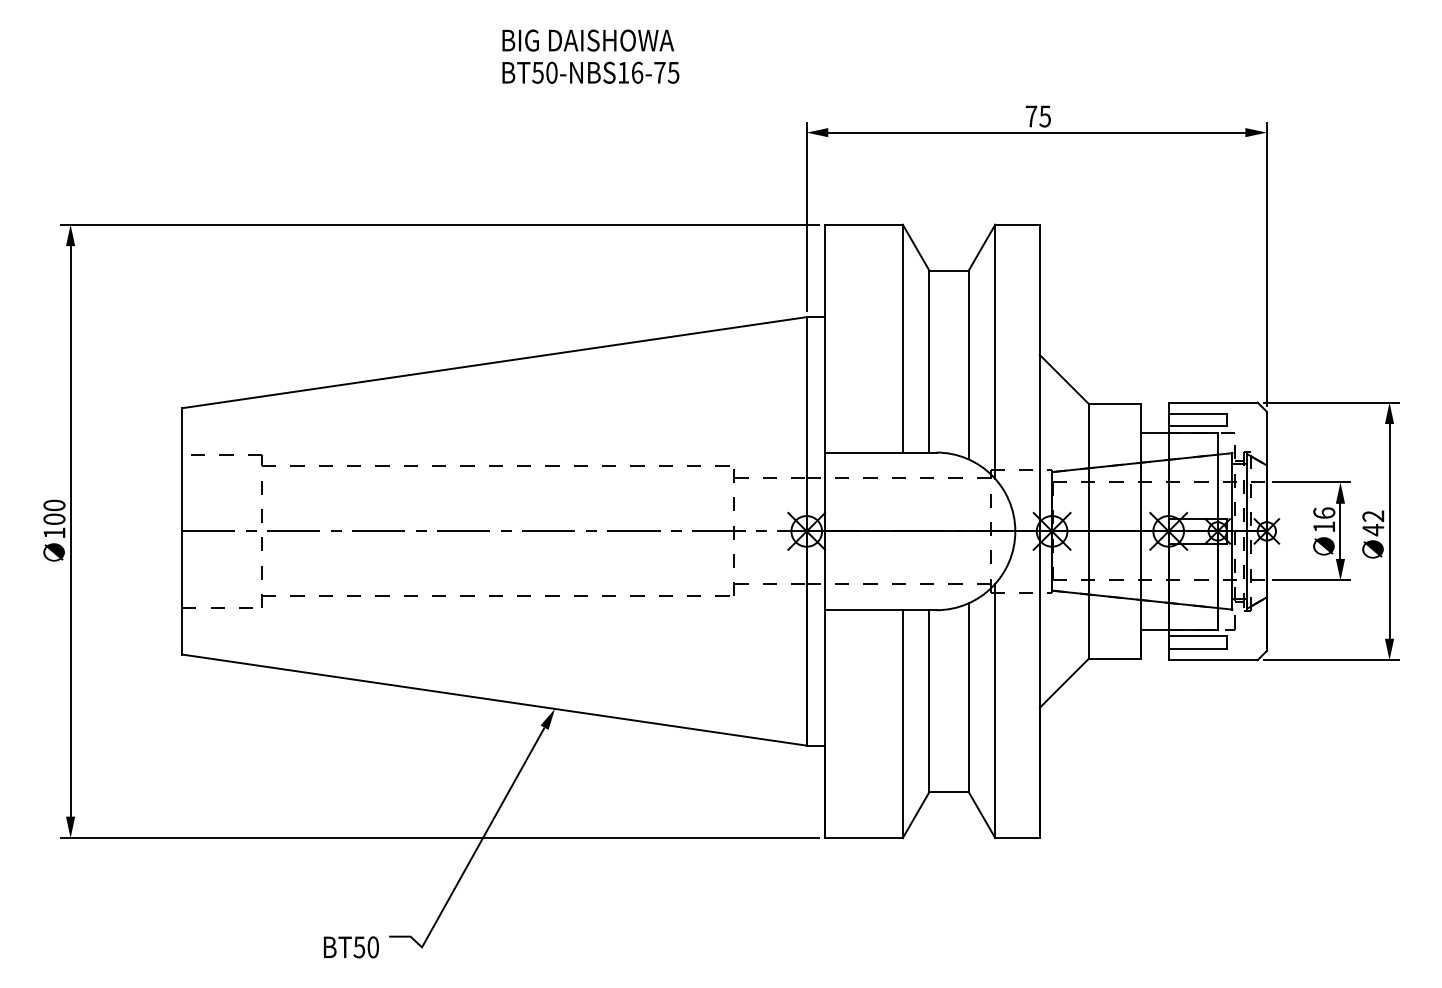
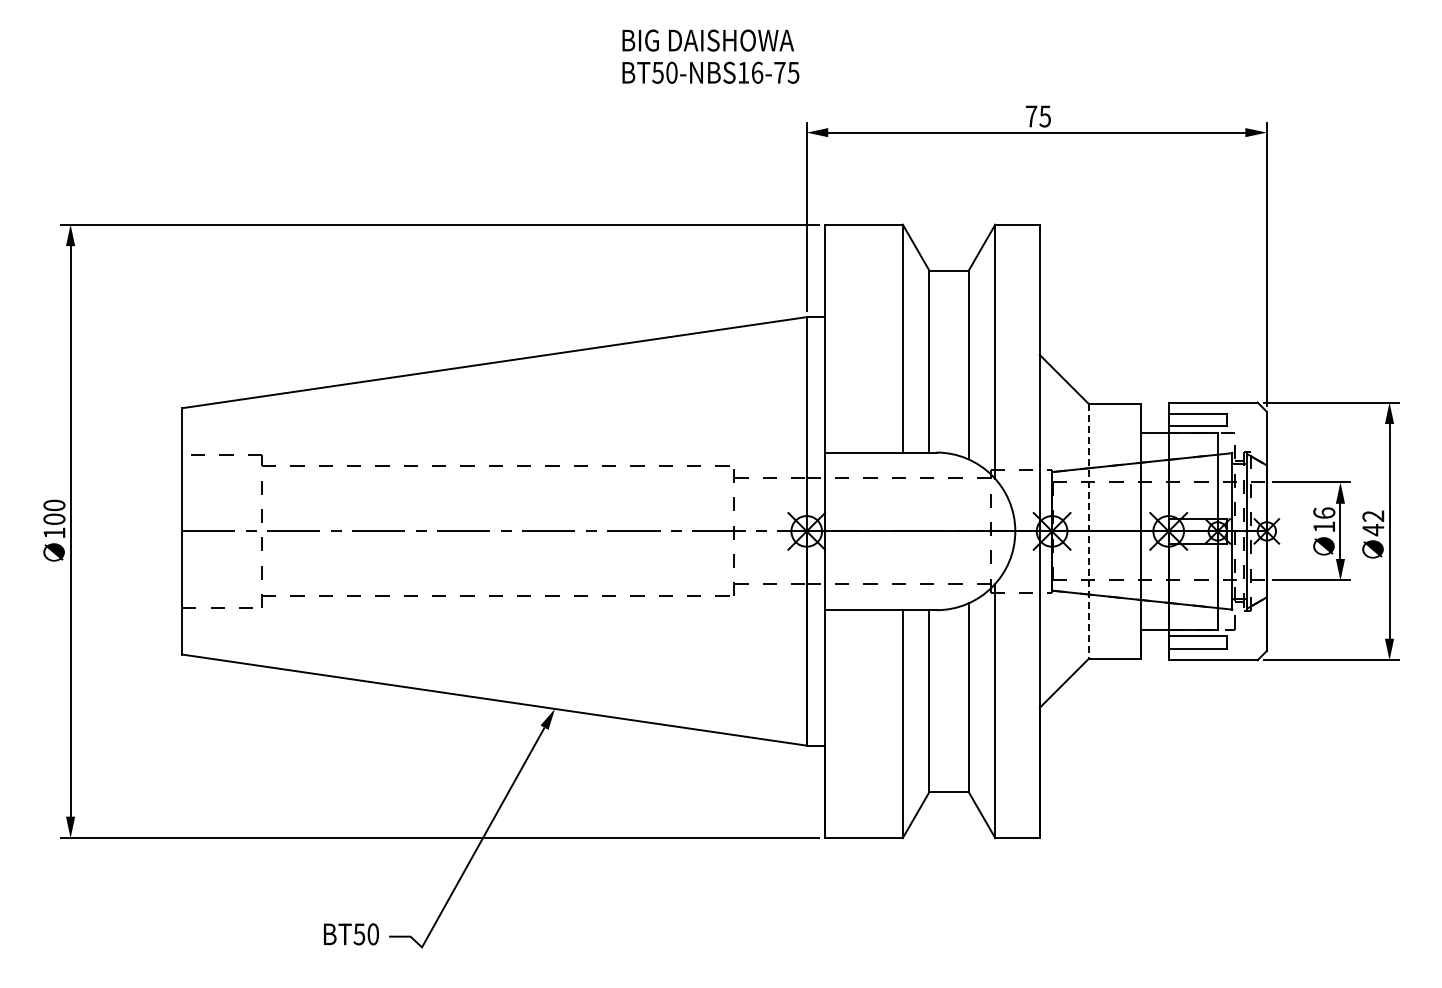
text at (590, 56) position: (590, 56) -> (710, 56)
line at (1088, 531): solid -> dashed
text at (351, 947) position: (351, 947) -> (351, 934)
